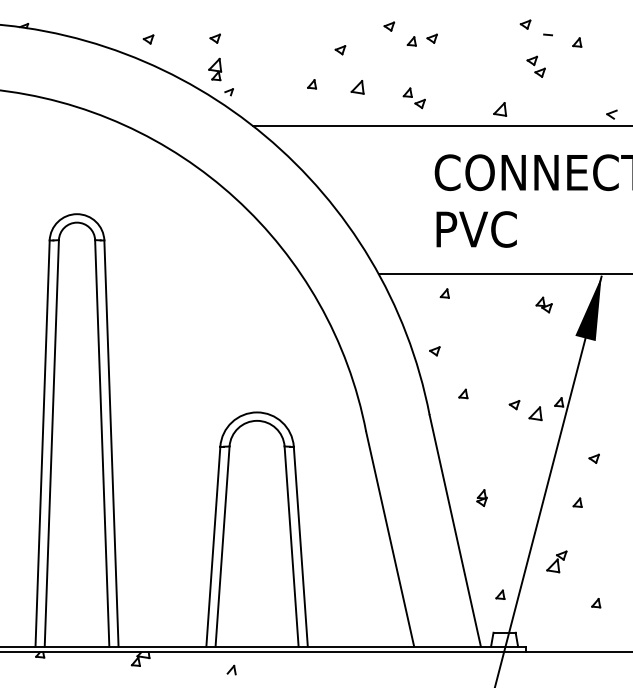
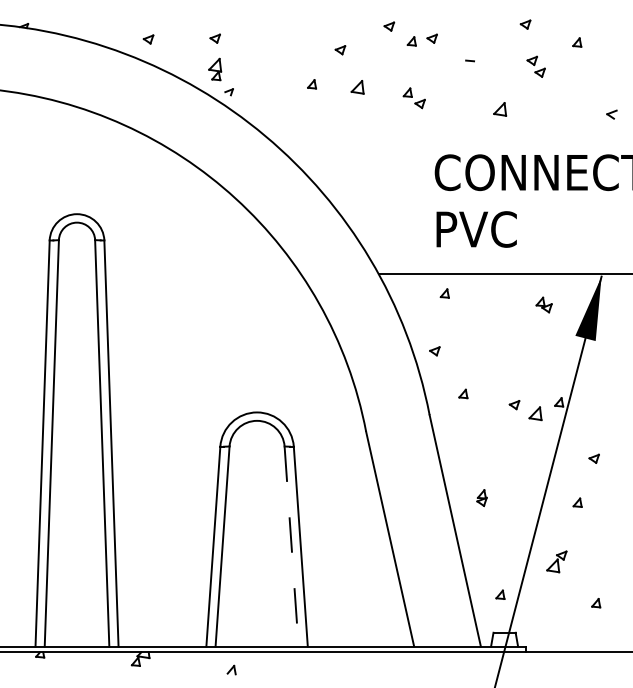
line at (547, 34) position: (547, 34) -> (469, 60)
line at (440, 125): present -> none
line at (291, 547): solid -> dashed
